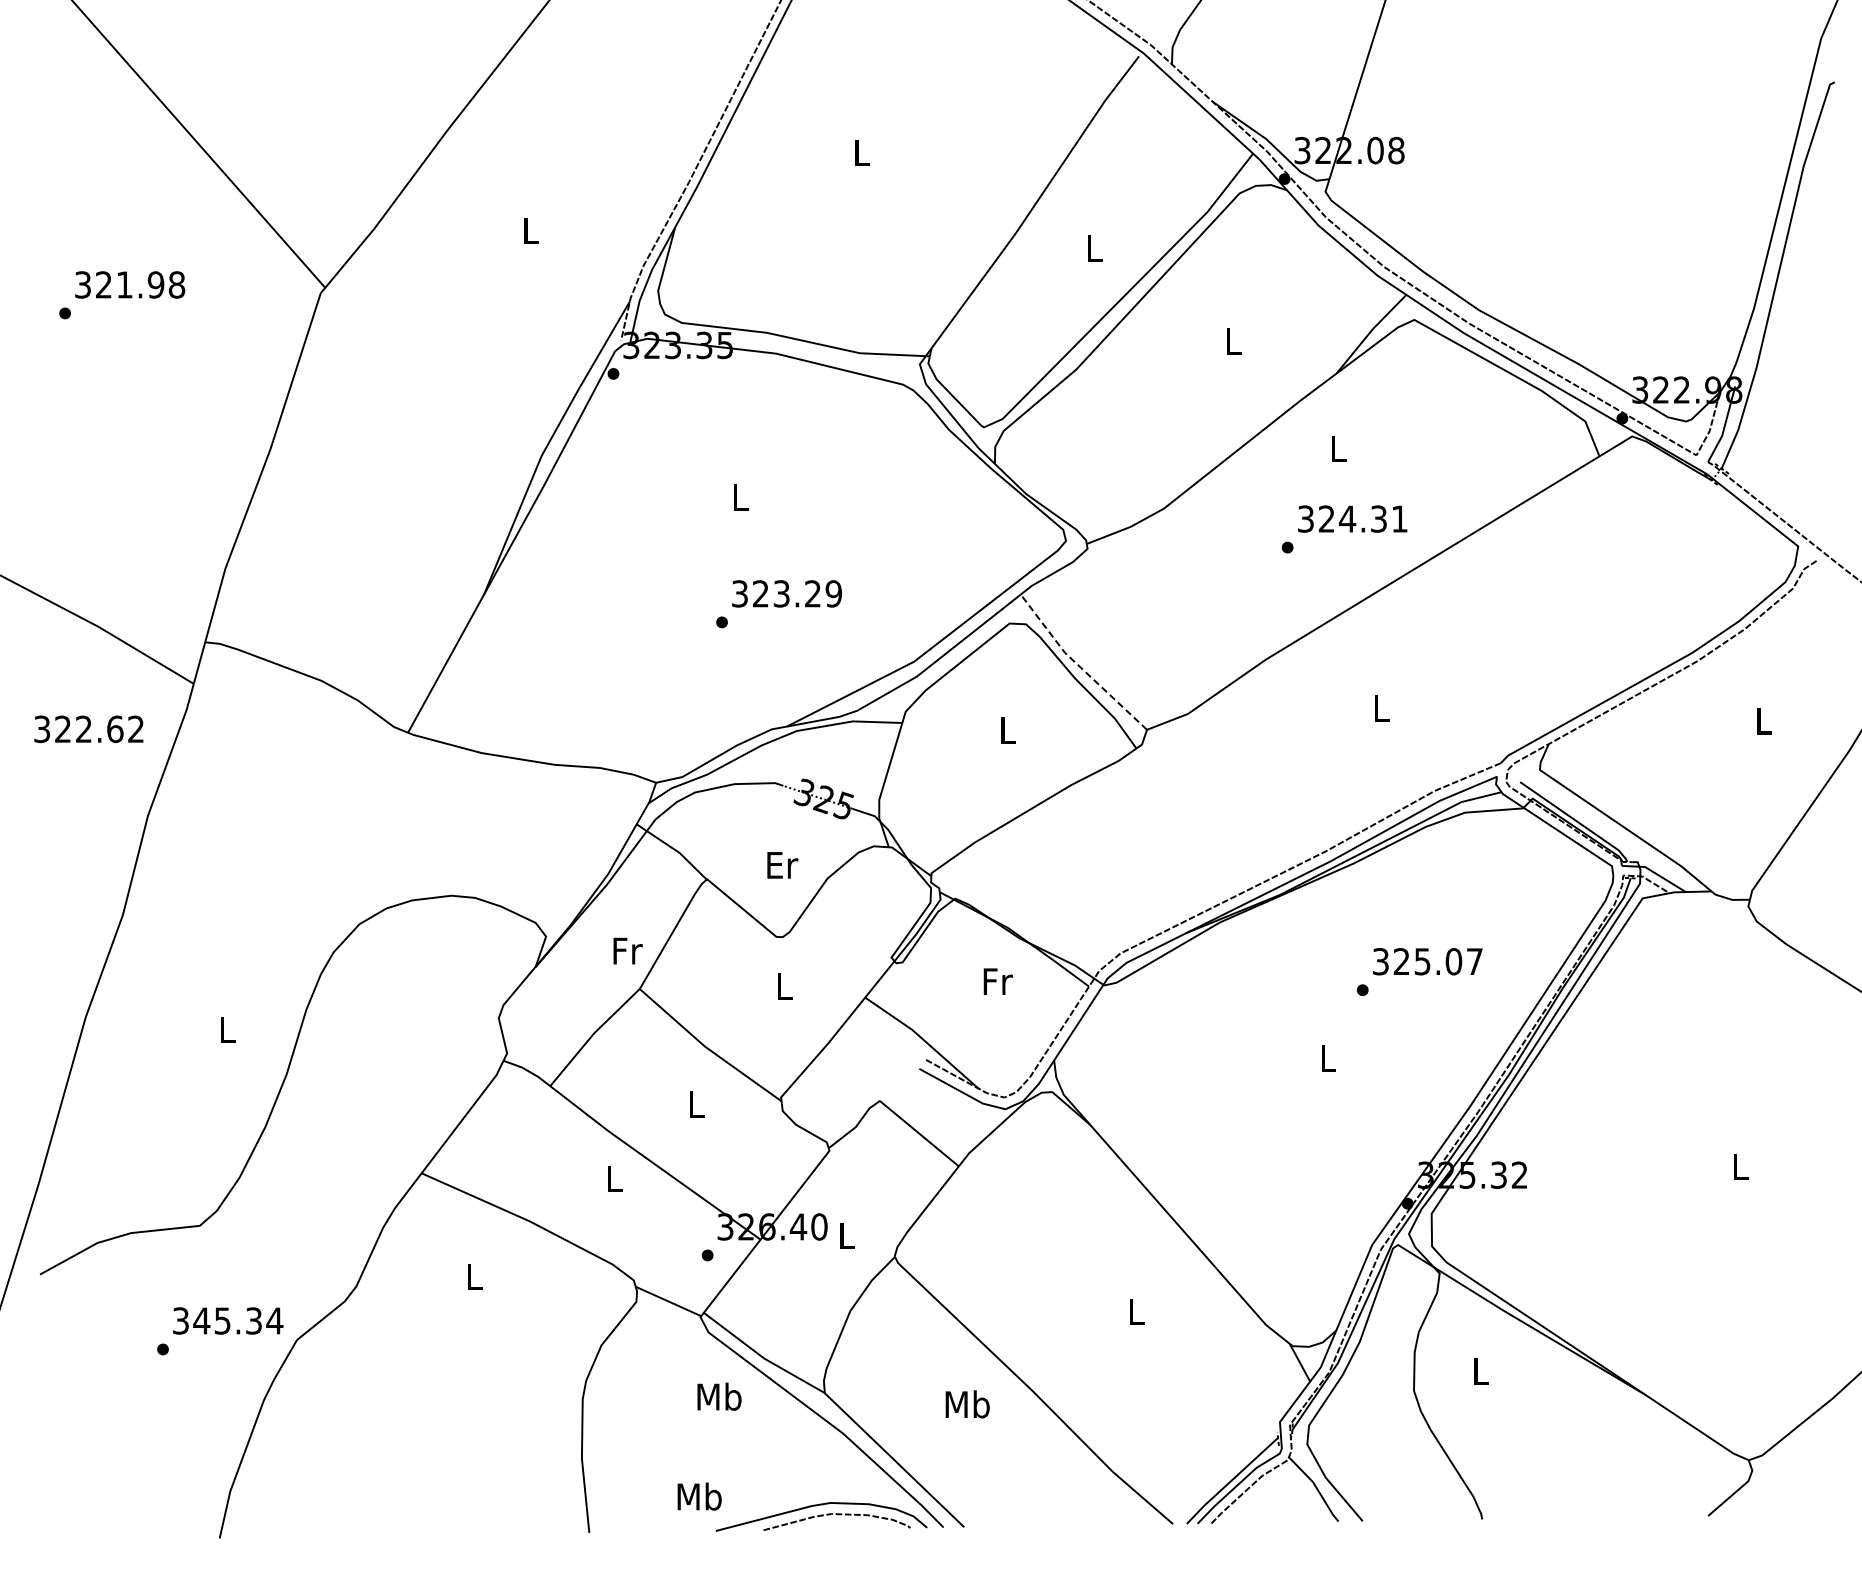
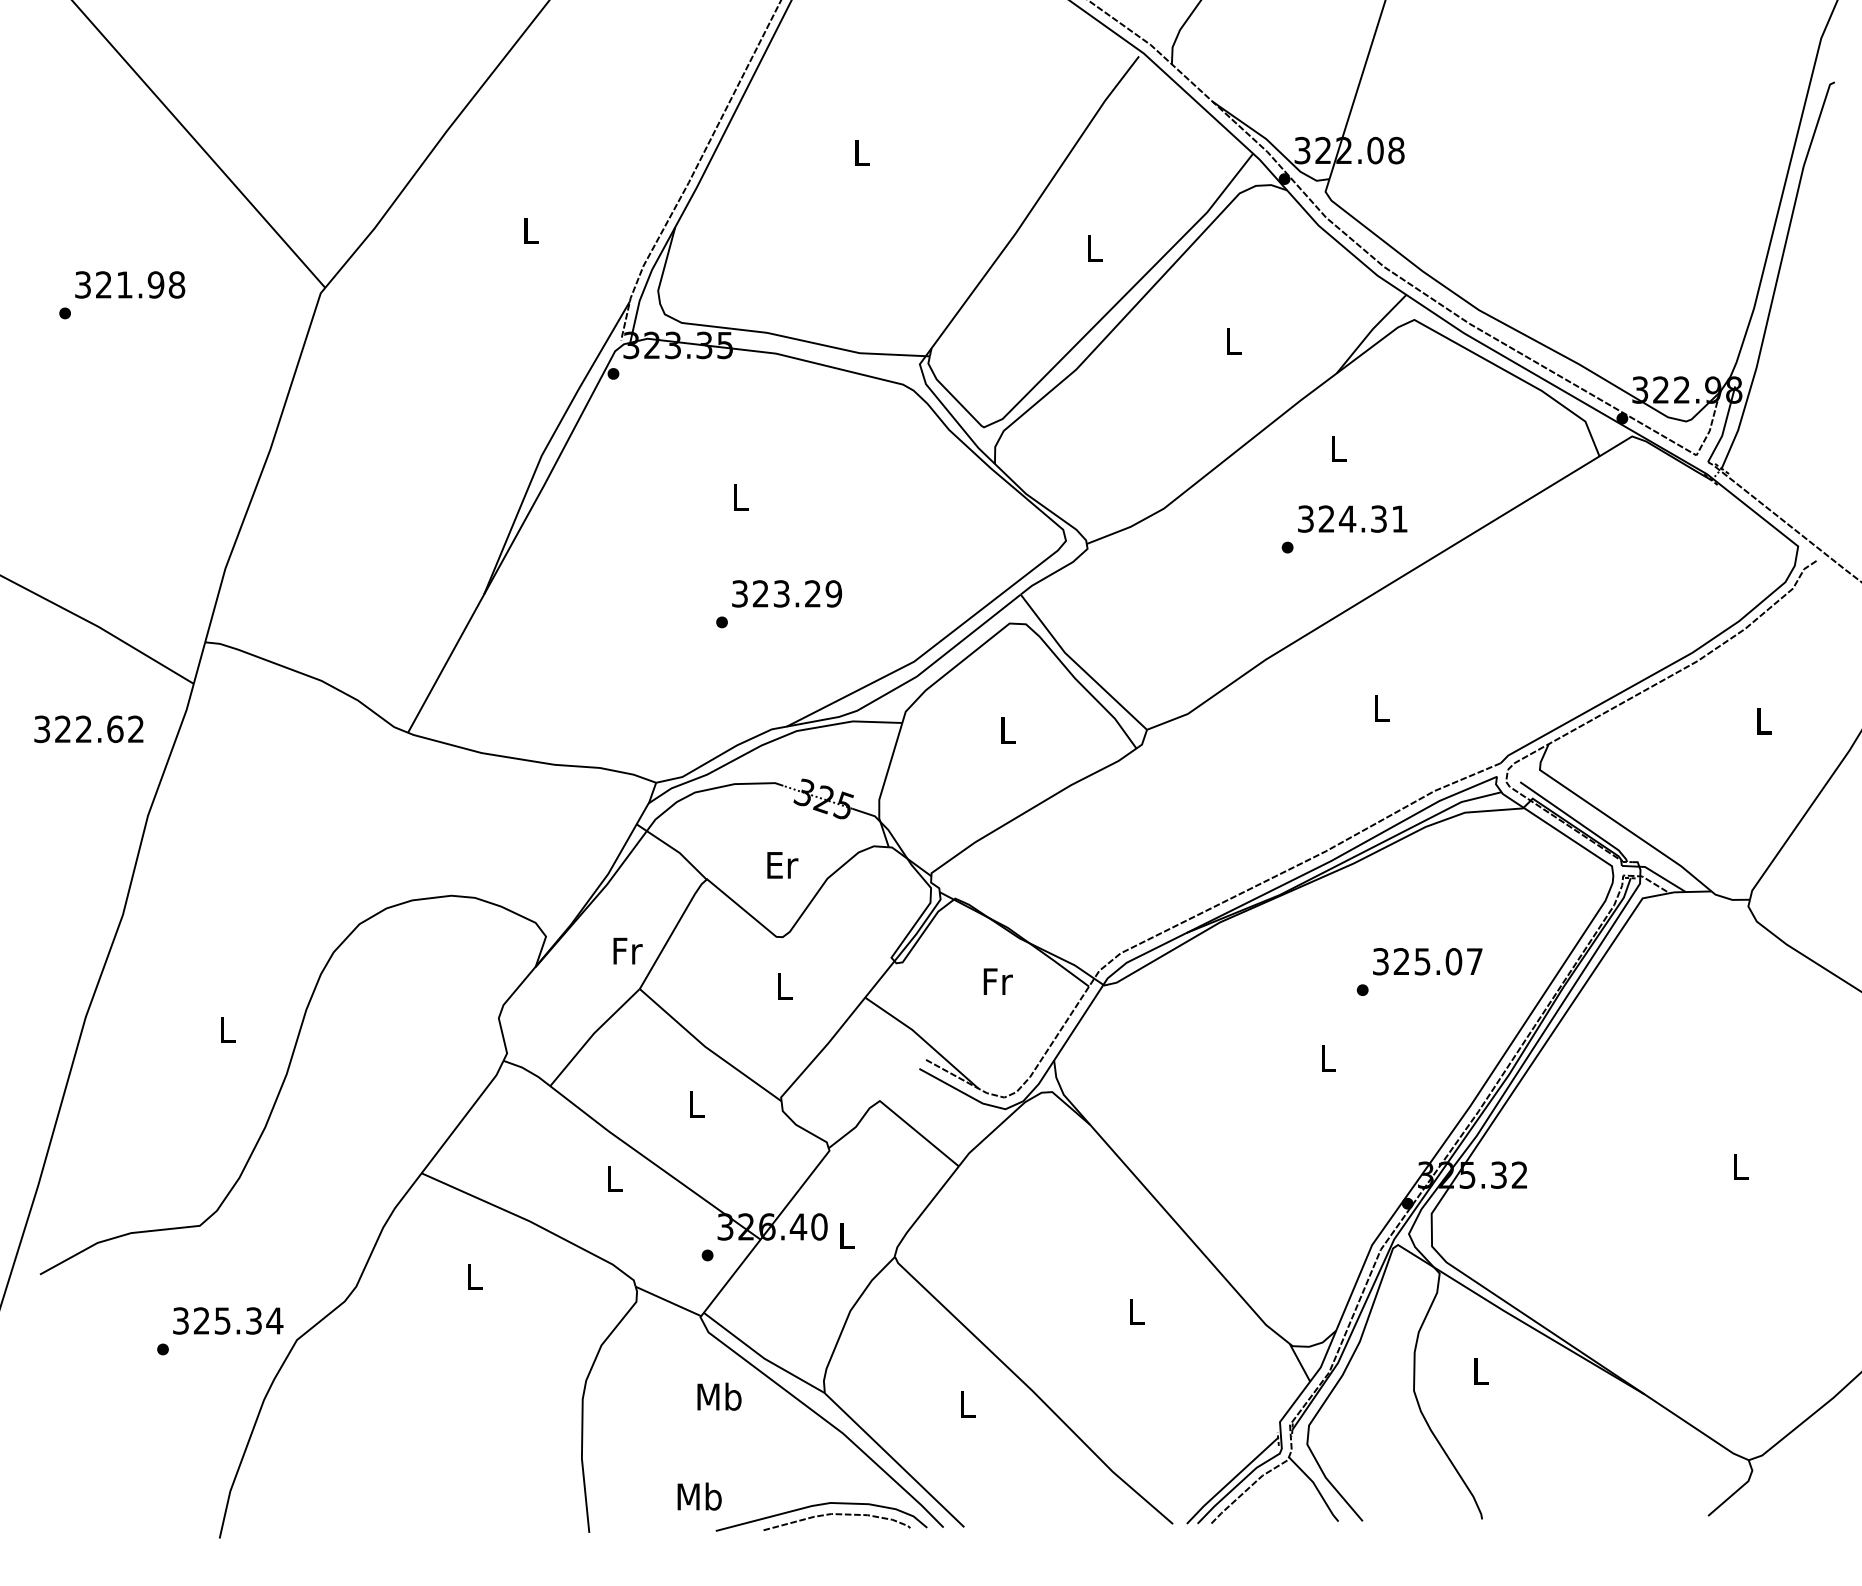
line at (1078, 665): dashed -> solid
text at (201, 1320): 345.34 -> 325.34
text at (967, 1404): Mb -> L
